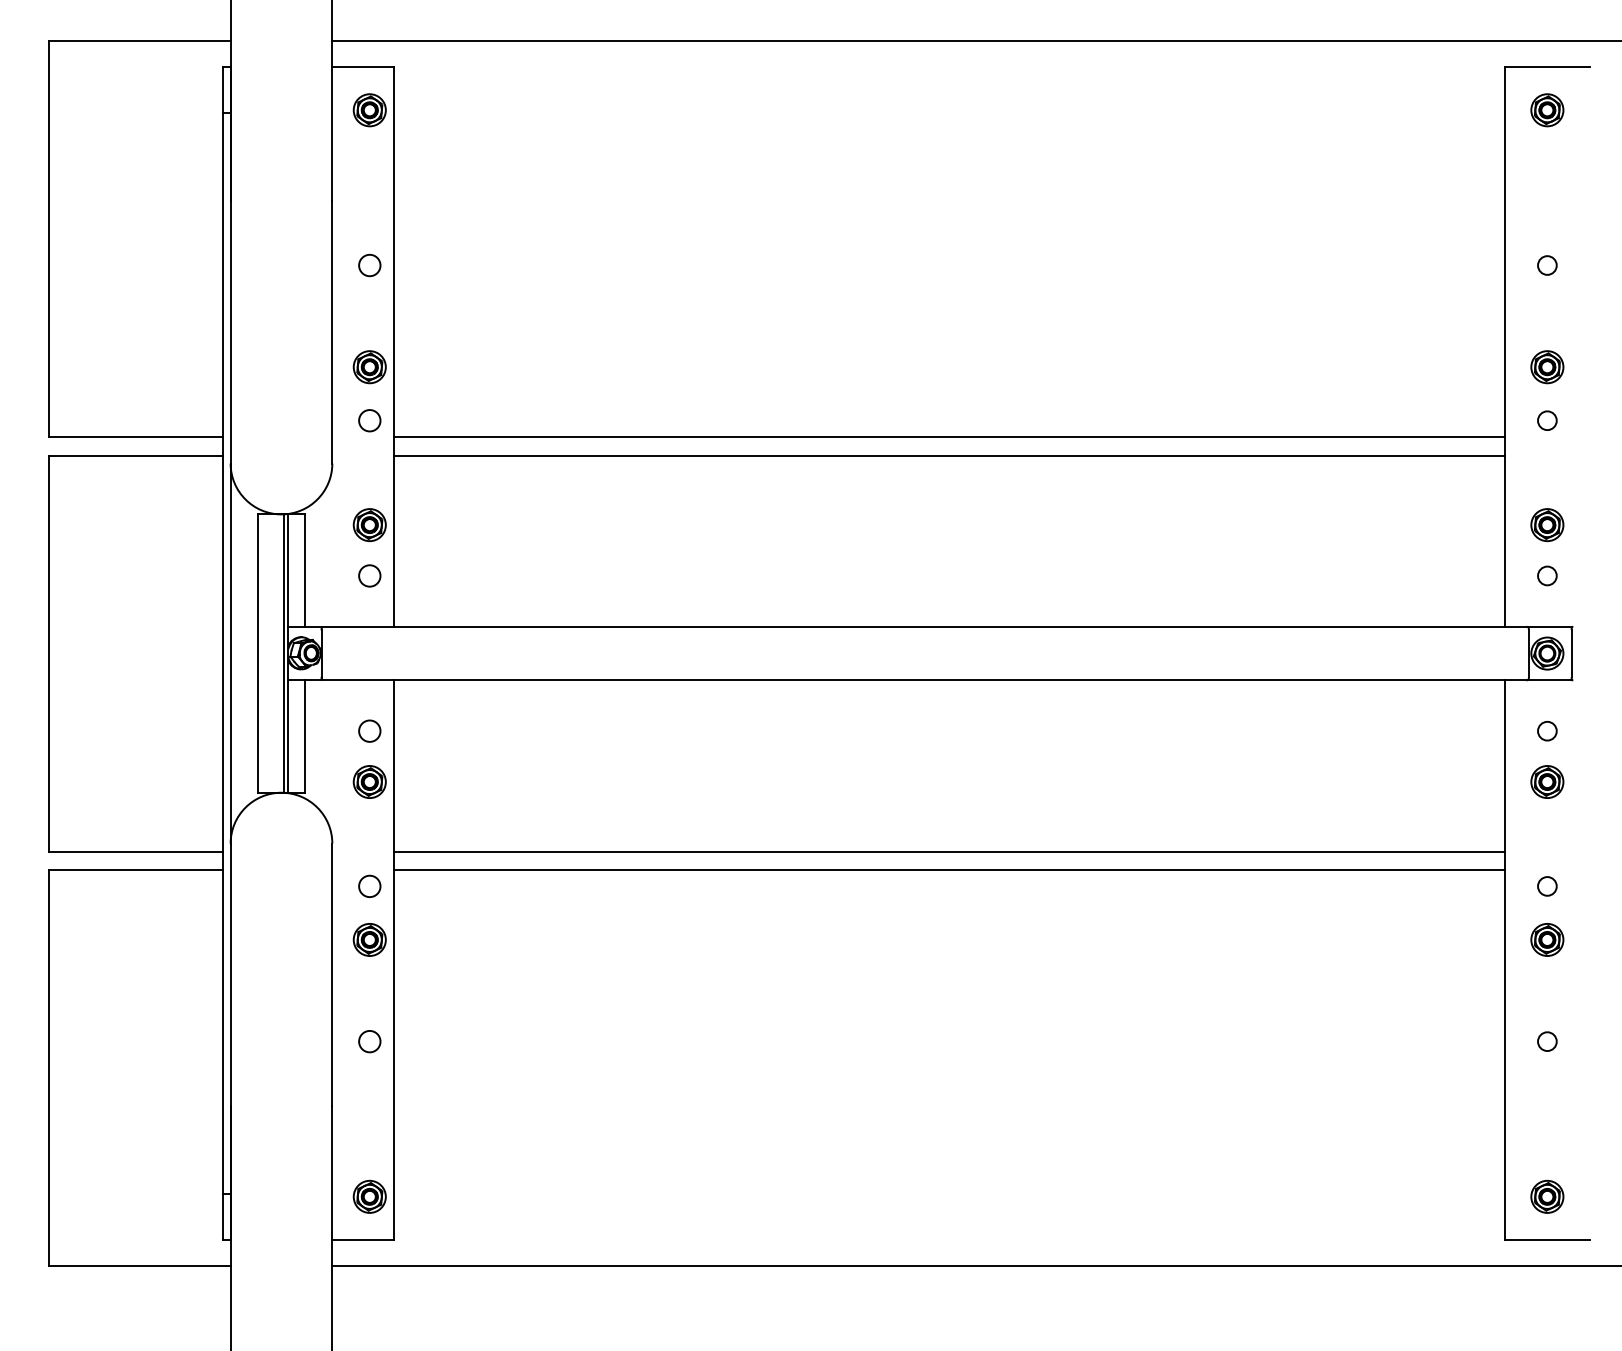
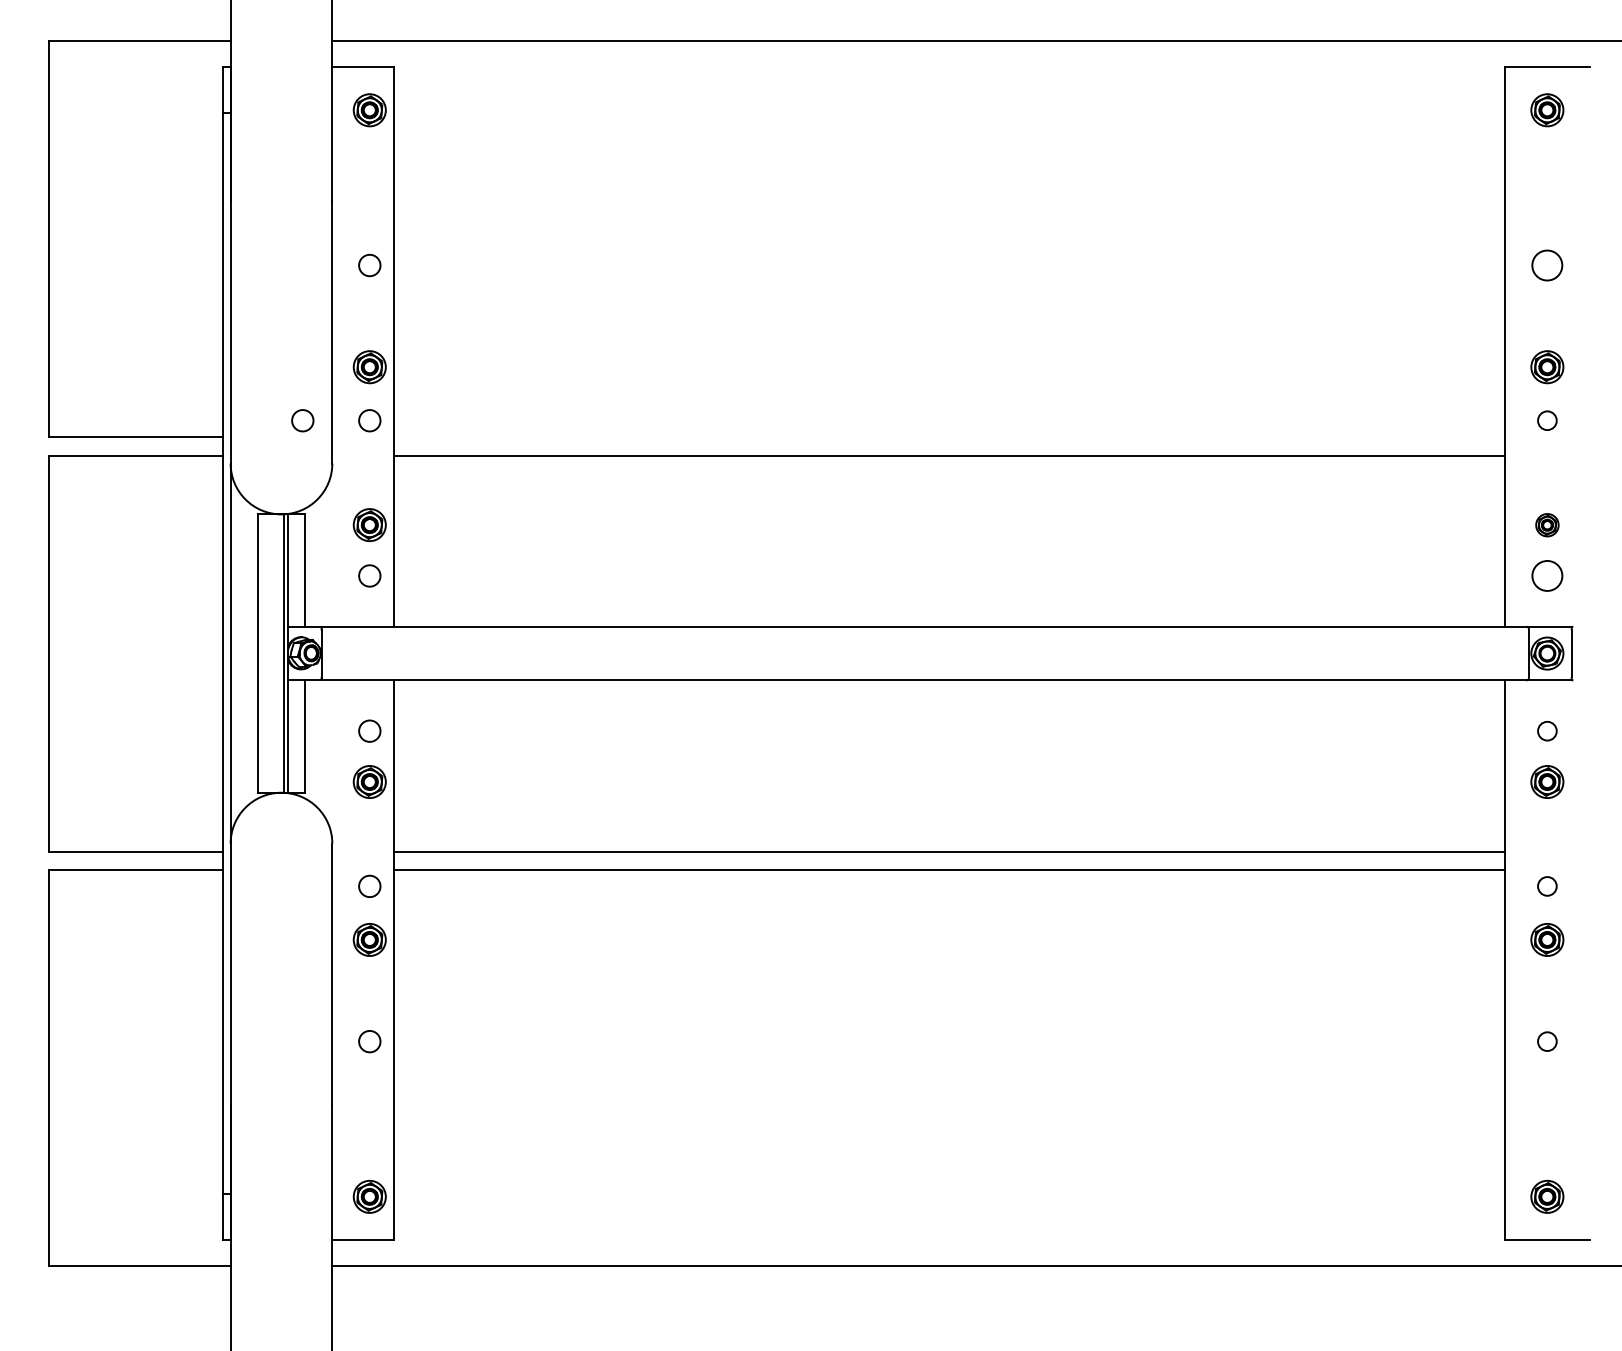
circle at (1547, 265) size: 21x21 px -> 33x33 px
circle at (302, 420): none -> present
line at (948, 436): present -> none
part at (1547, 525) size: 35x35 px -> 25x25 px
circle at (1547, 575) diameter: 19 px -> 30 px
